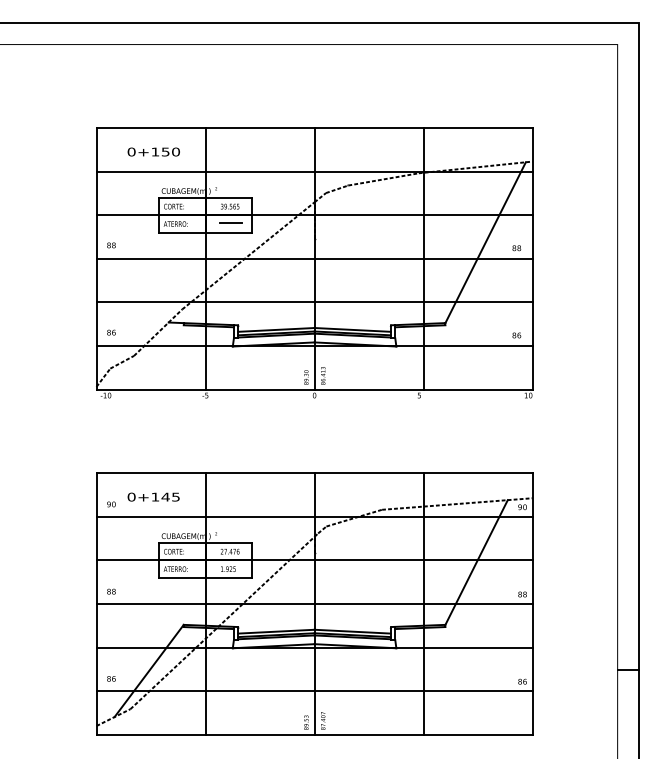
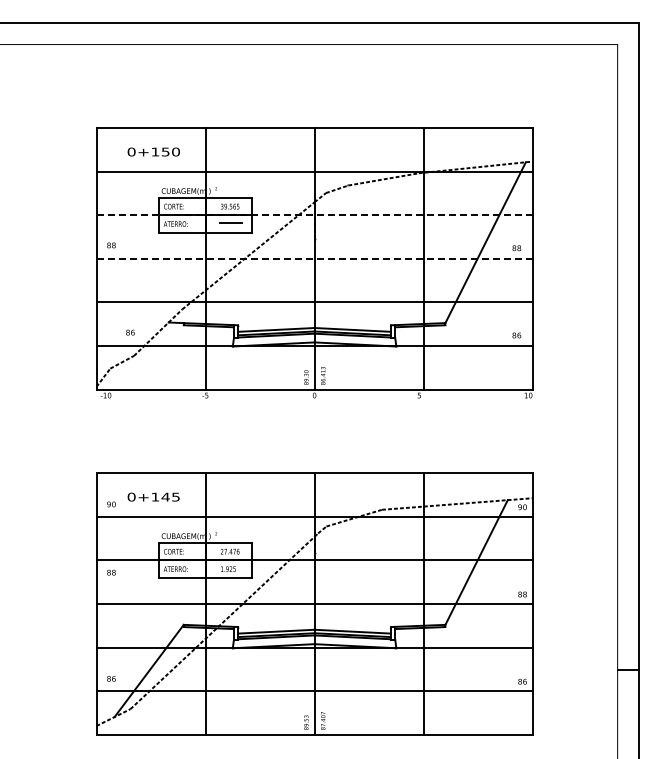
line at (315, 215): solid -> dashed
line at (315, 258): solid -> dashed
text at (111, 332) position: (111, 332) -> (130, 332)
text at (111, 591) position: (111, 591) -> (111, 572)
